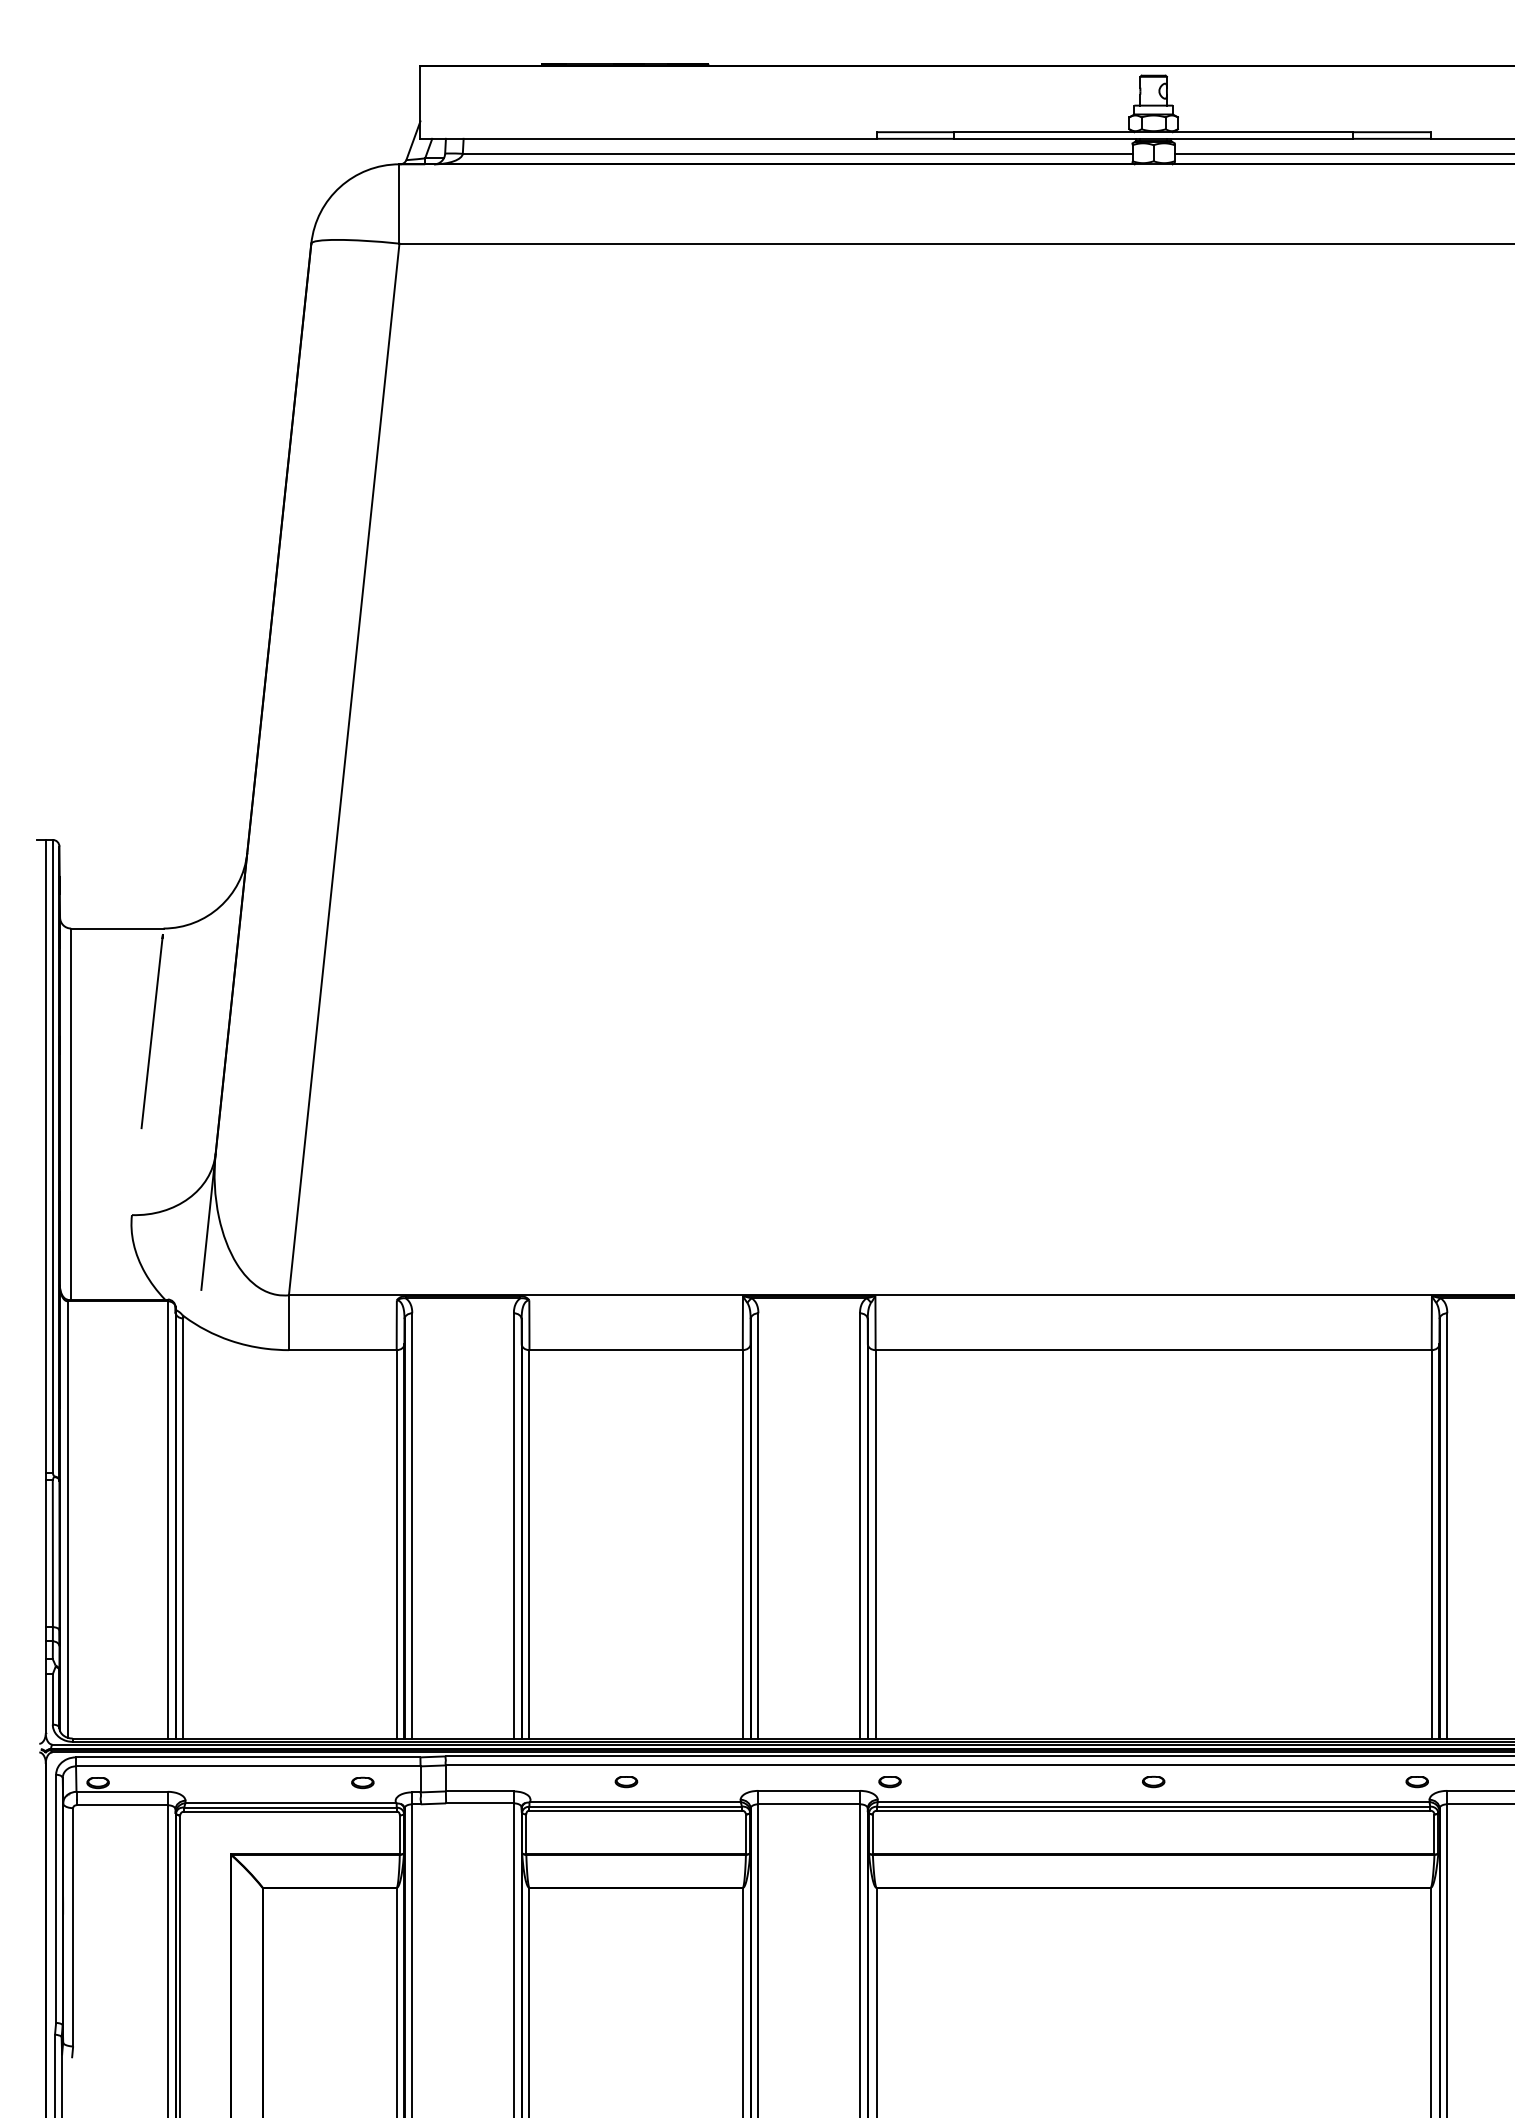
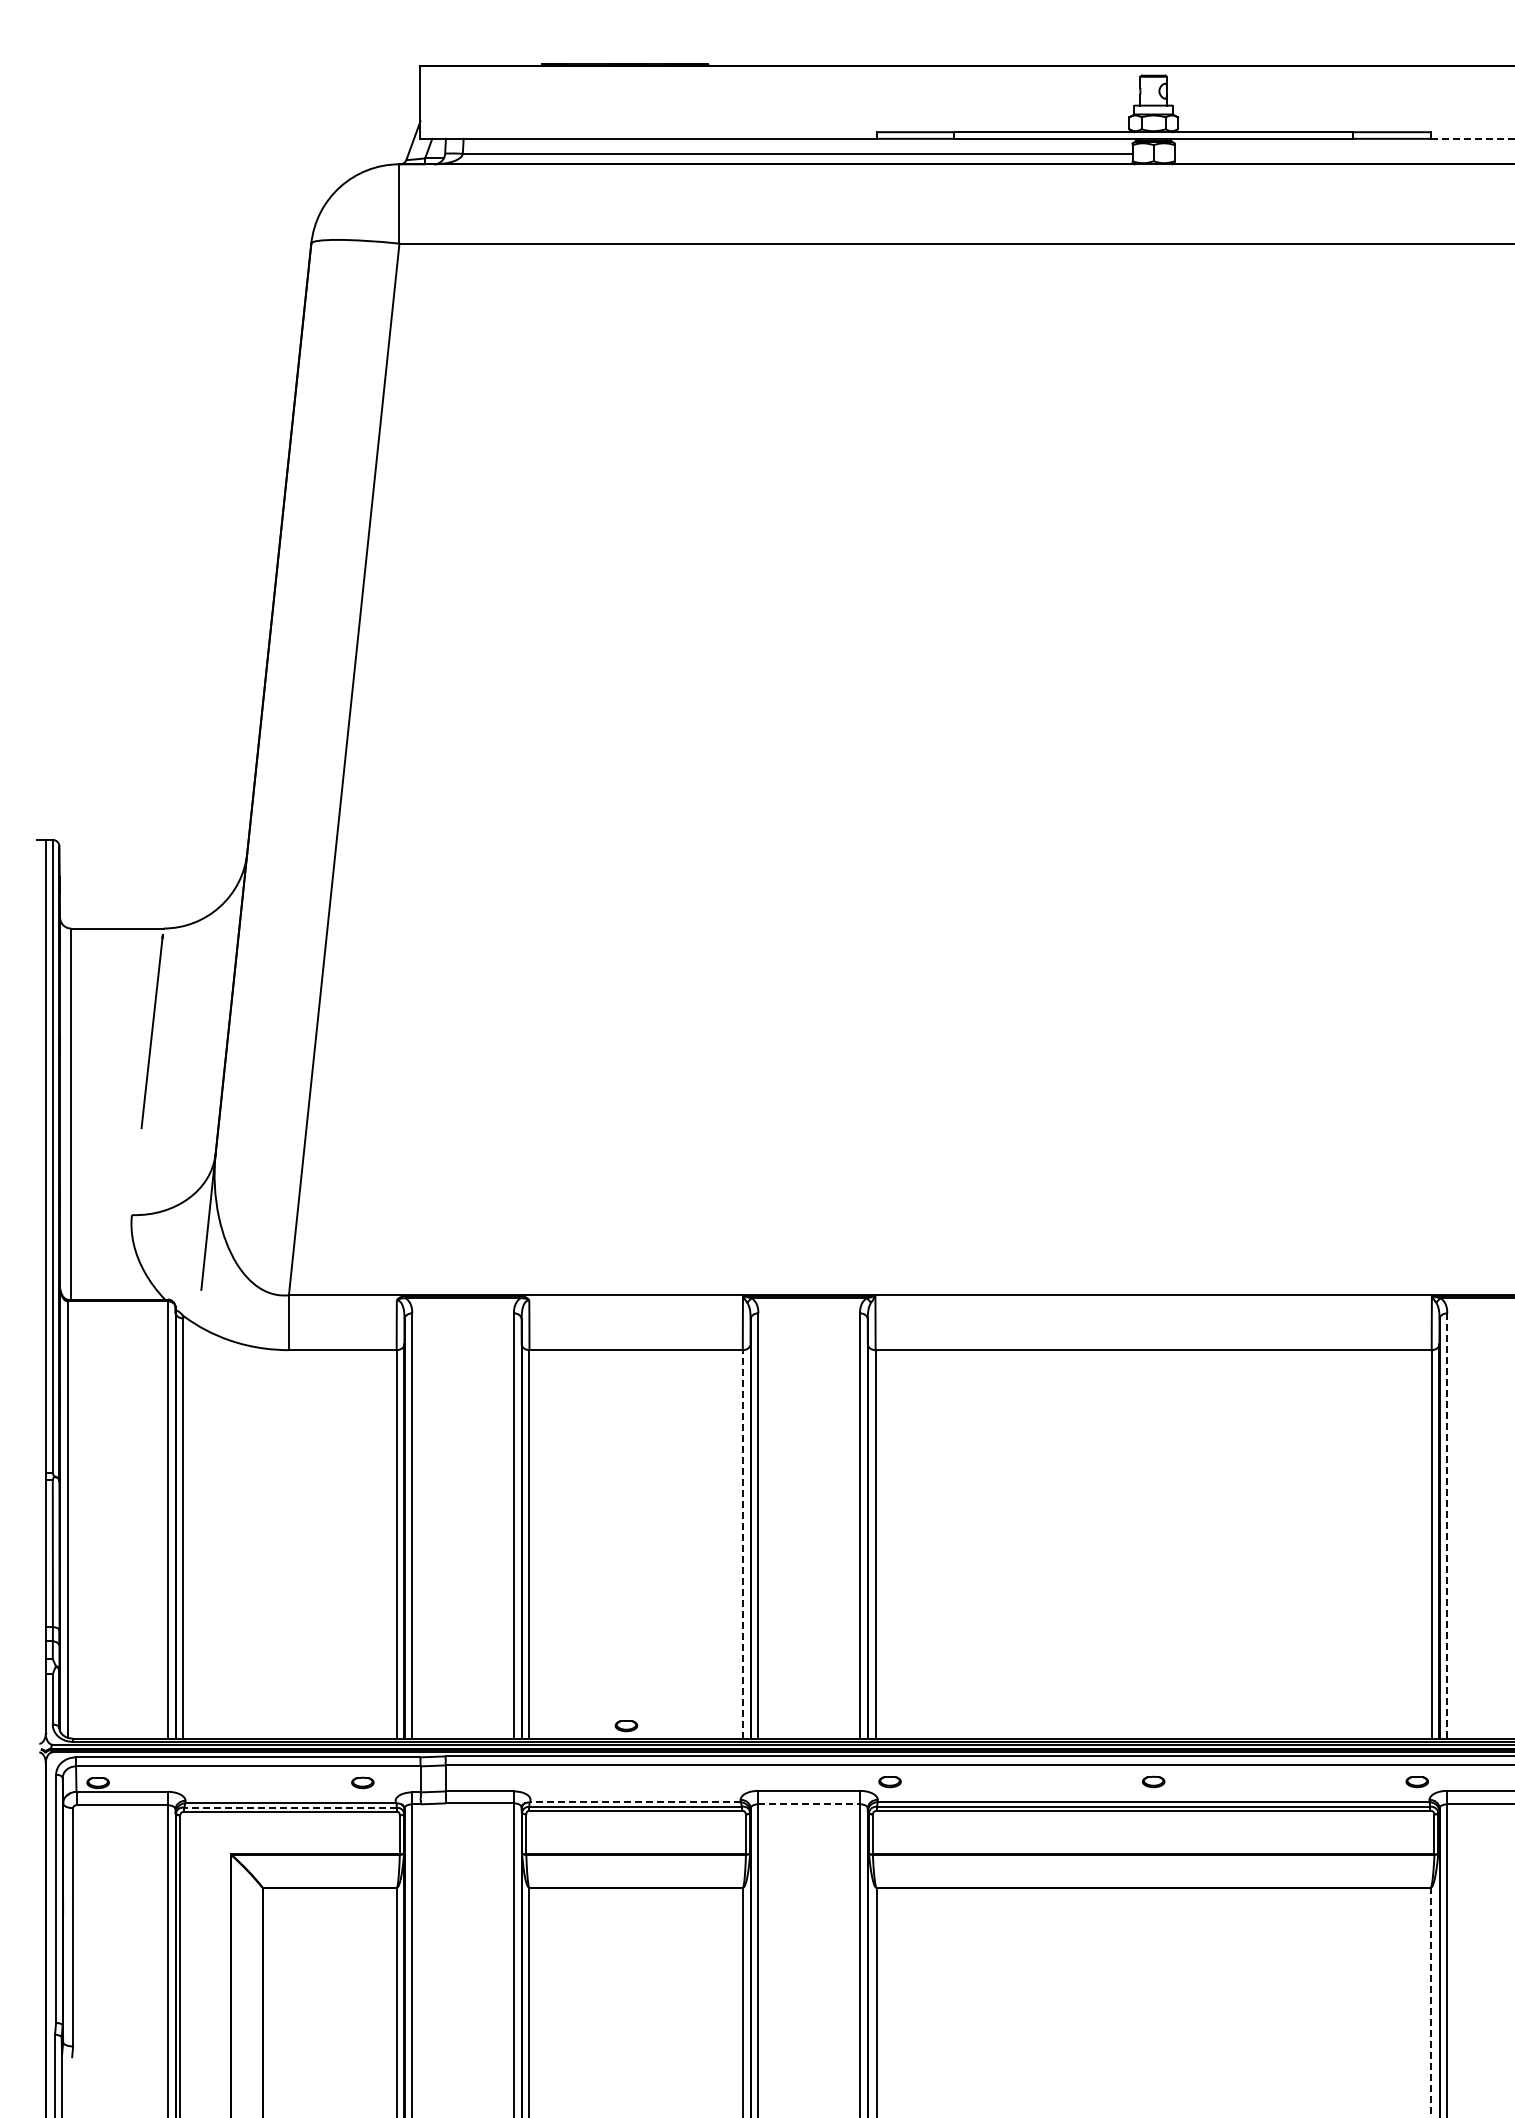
line at (1472, 138): solid -> dashed
line at (1342, 153): present -> none
line at (1447, 1525): solid -> dashed
line at (742, 1543): solid -> dashed
part at (626, 1782) position: (626, 1782) -> (626, 1726)
line at (634, 1802): solid -> dashed
line at (809, 1804): solid -> dashed
line at (290, 1807): solid -> dashed
line at (1430, 2002): solid -> dashed
